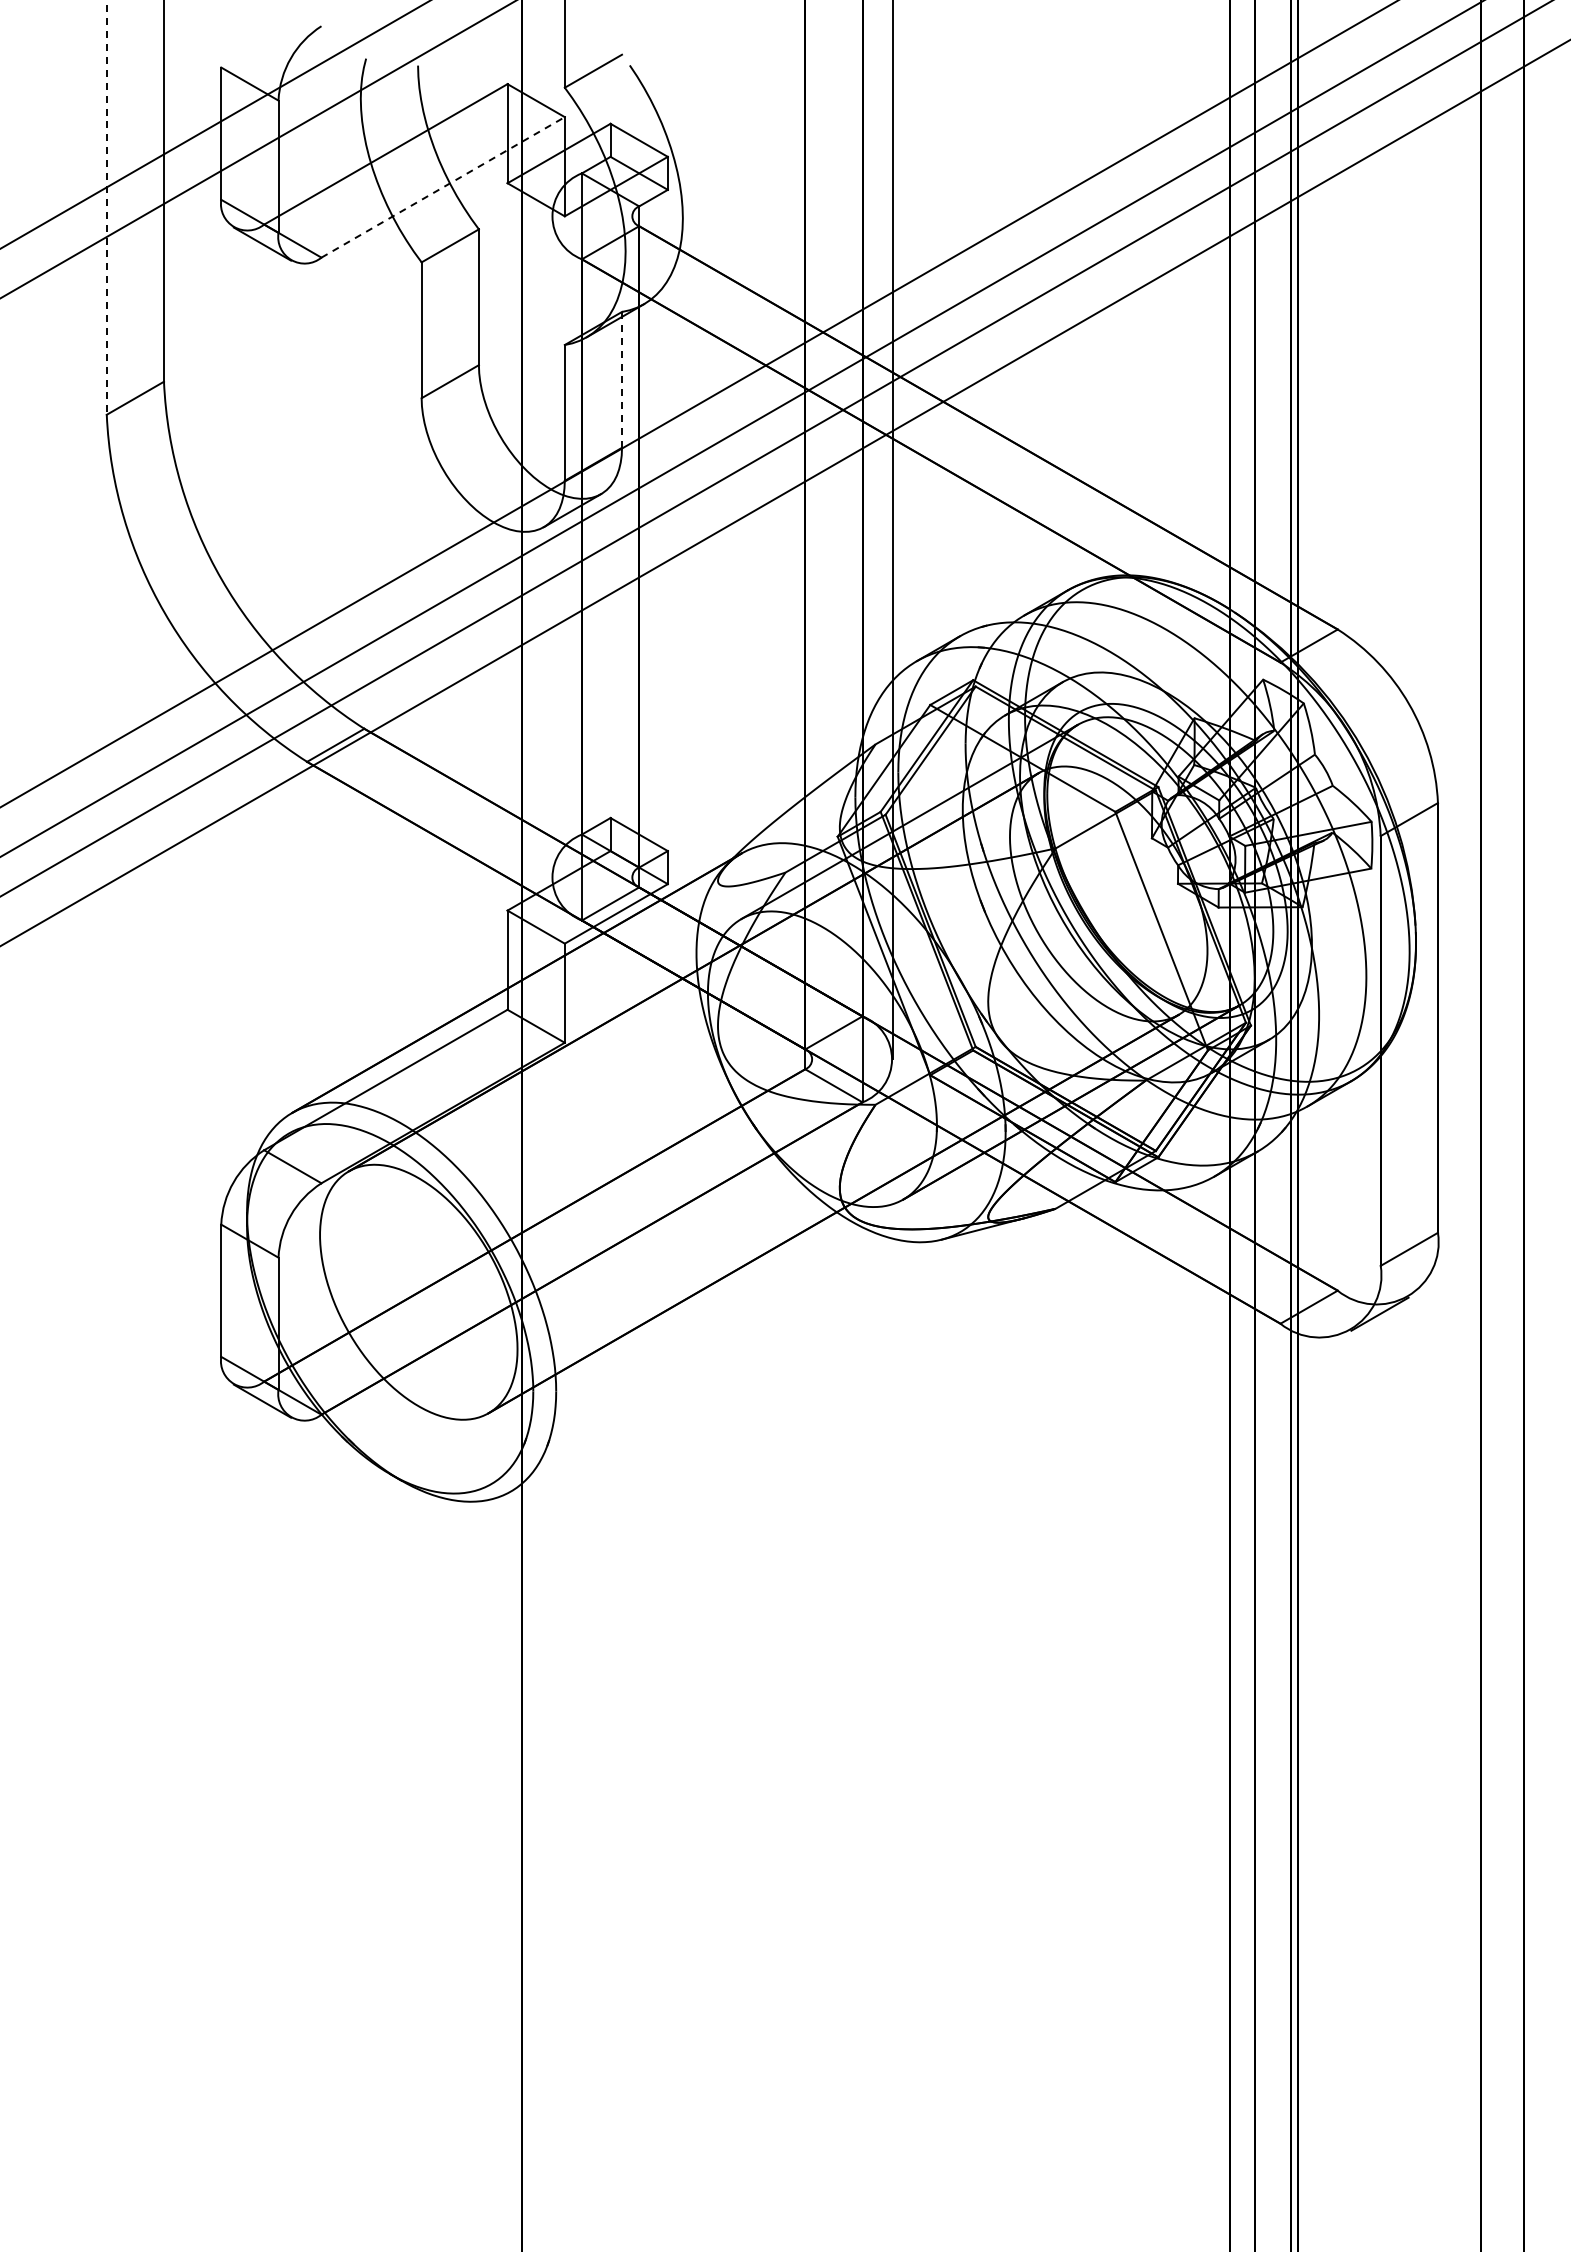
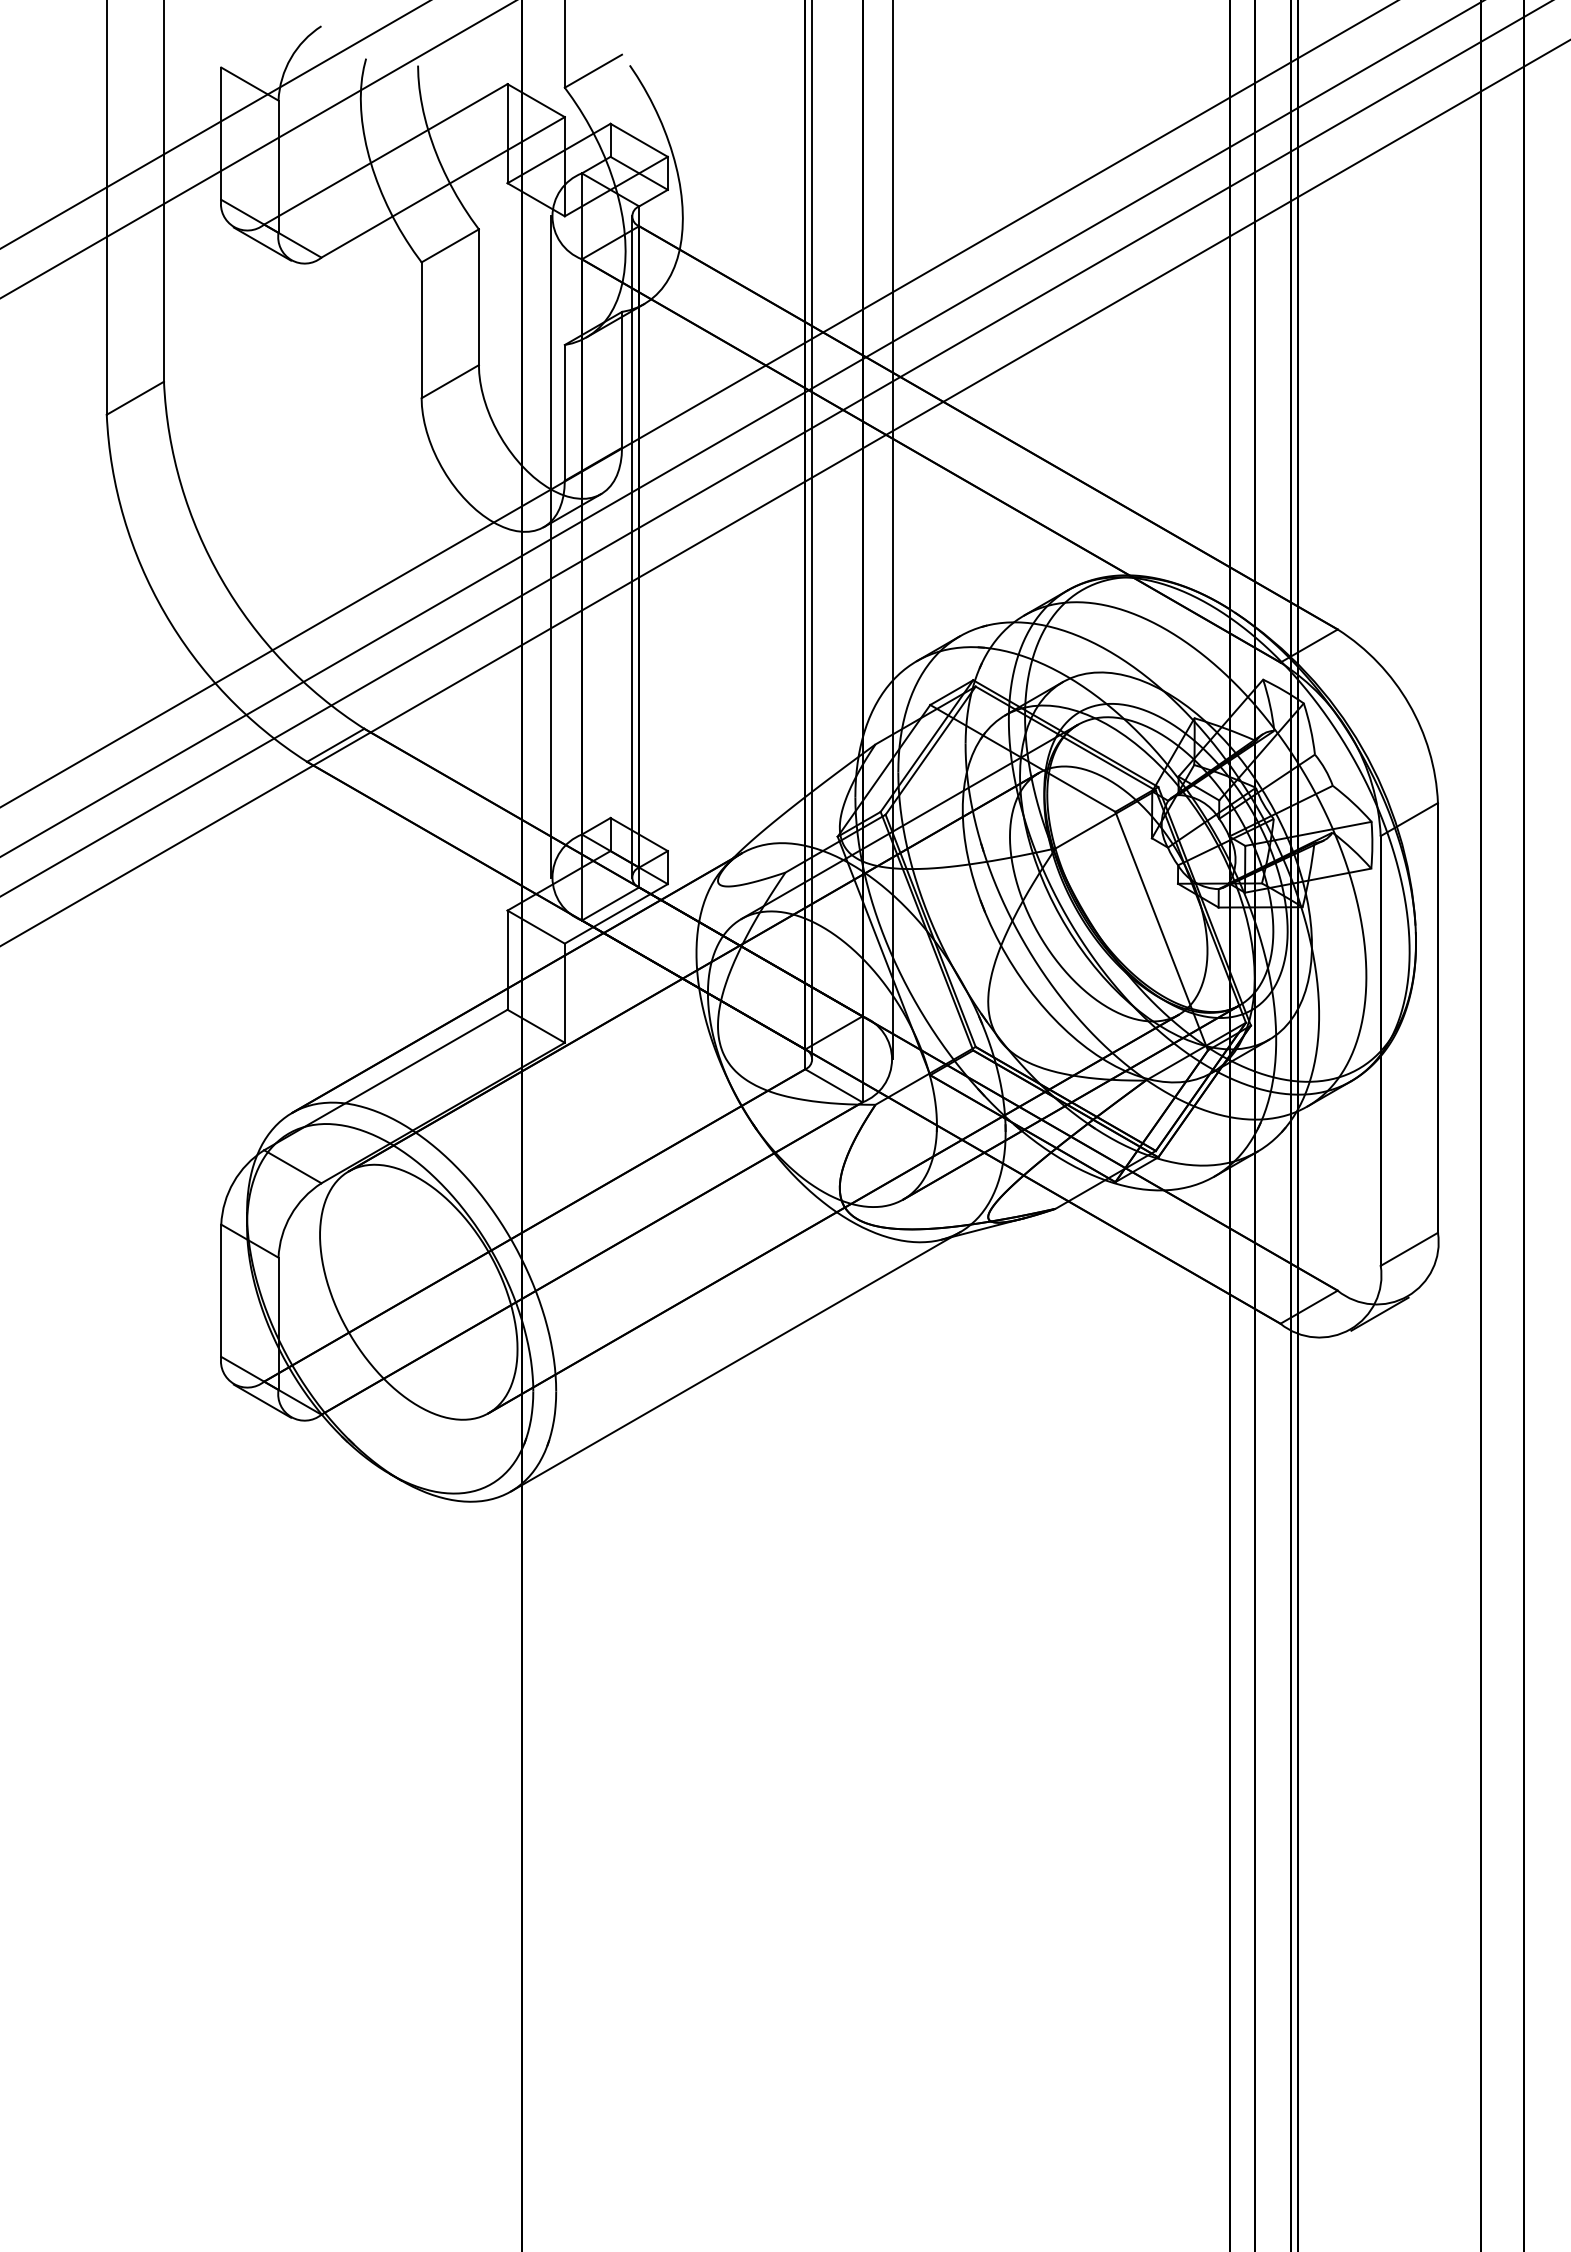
line at (443, 187): dashed -> solid
line at (106, 207): dashed -> solid
line at (622, 379): dashed -> solid
line at (812, 530): none -> present
line at (551, 546): none -> present
line at (632, 546): none -> present
line at (735, 1361): none -> present
